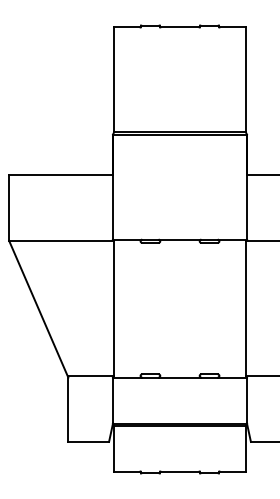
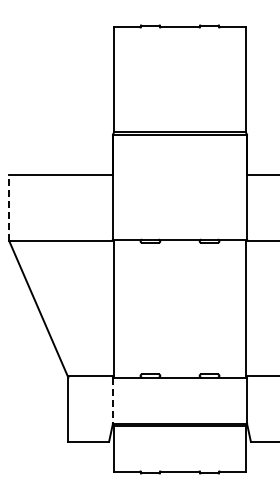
line at (9, 208): solid -> dashed
line at (113, 400): solid -> dashed
